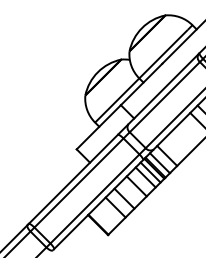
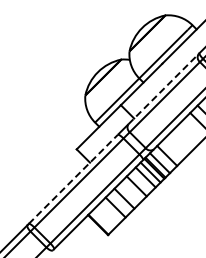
line at (163, 89): solid -> dashed
line at (73, 179): solid -> dashed
